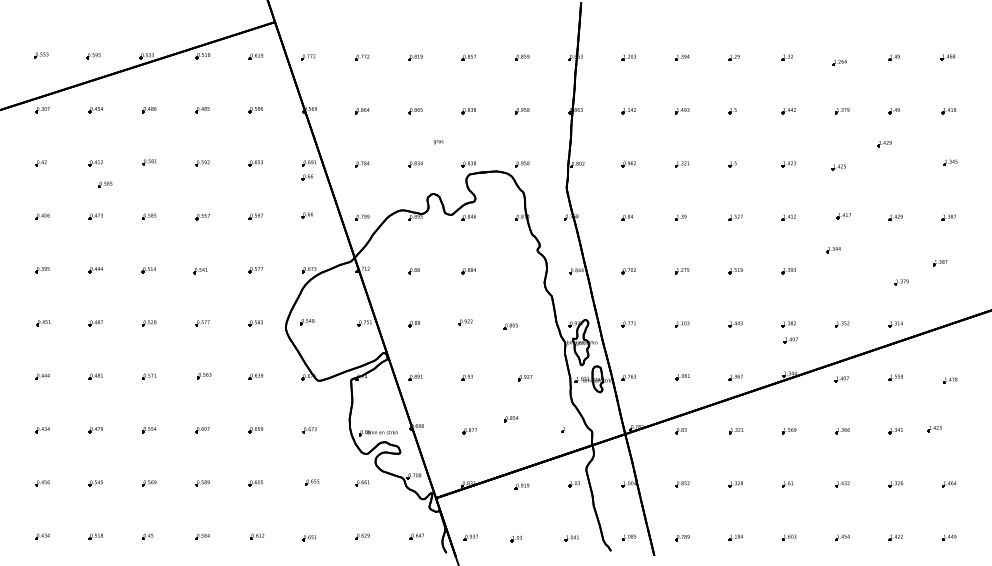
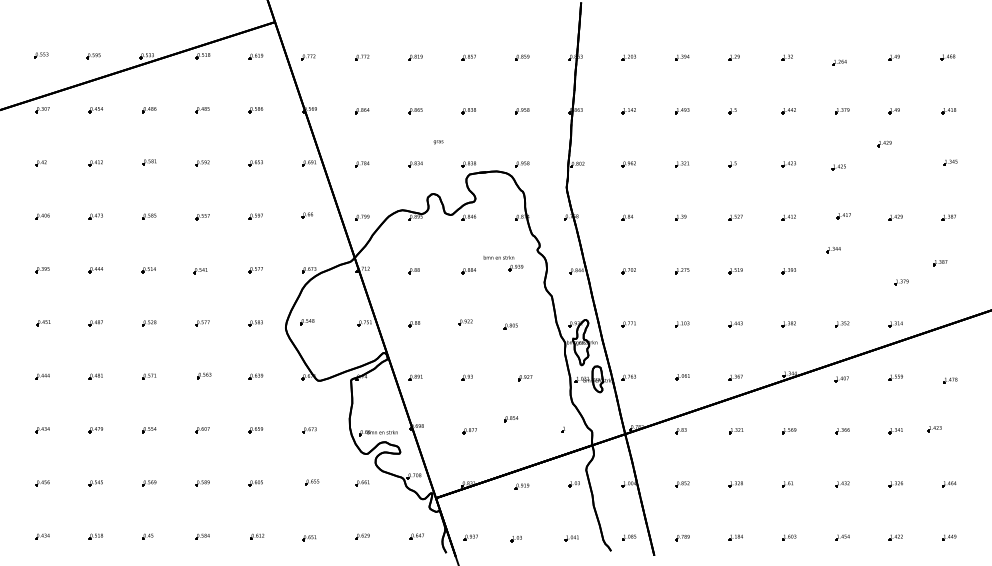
part at (306, 177): present -> none
part at (105, 184): present -> none
part at (503, 263): none -> present
part at (790, 340): present -> none
